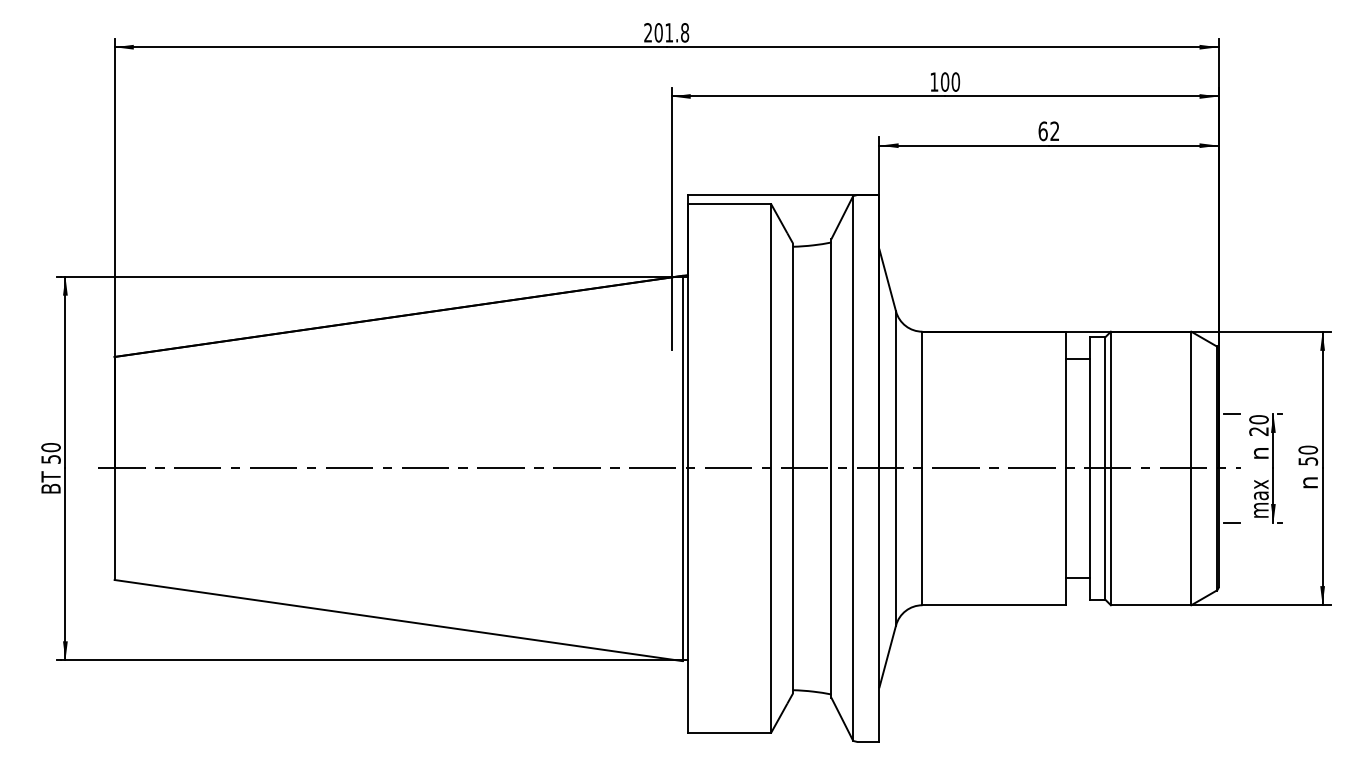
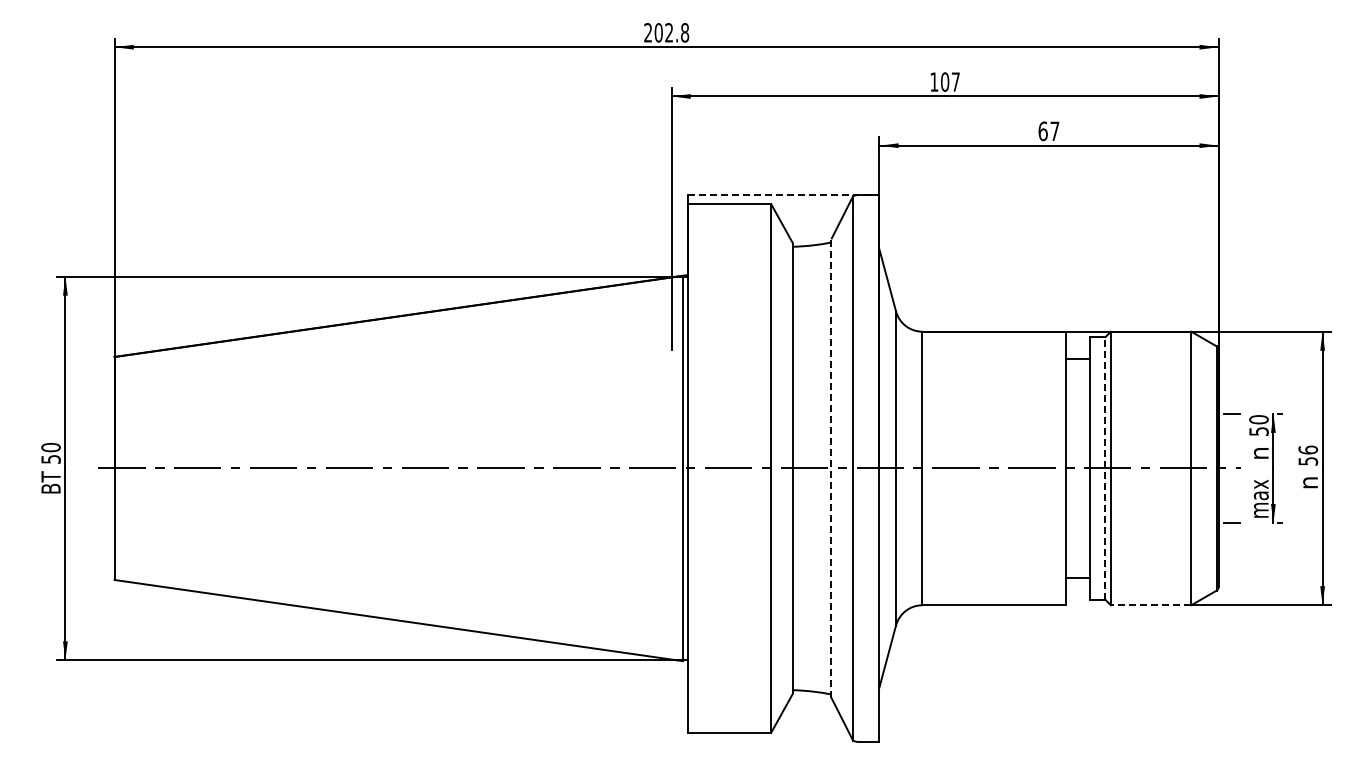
text at (668, 32): 201.8 -> 202.8
text at (955, 81): 100 -> 107
text at (1054, 130): 62 -> 67
line at (783, 194): solid -> dashed
text at (1258, 431): 20 -> 50
text at (1307, 449): 50 -> 56
line at (831, 467): solid -> dashed
line at (1105, 467): solid -> dashed
line at (1150, 605): solid -> dashed
